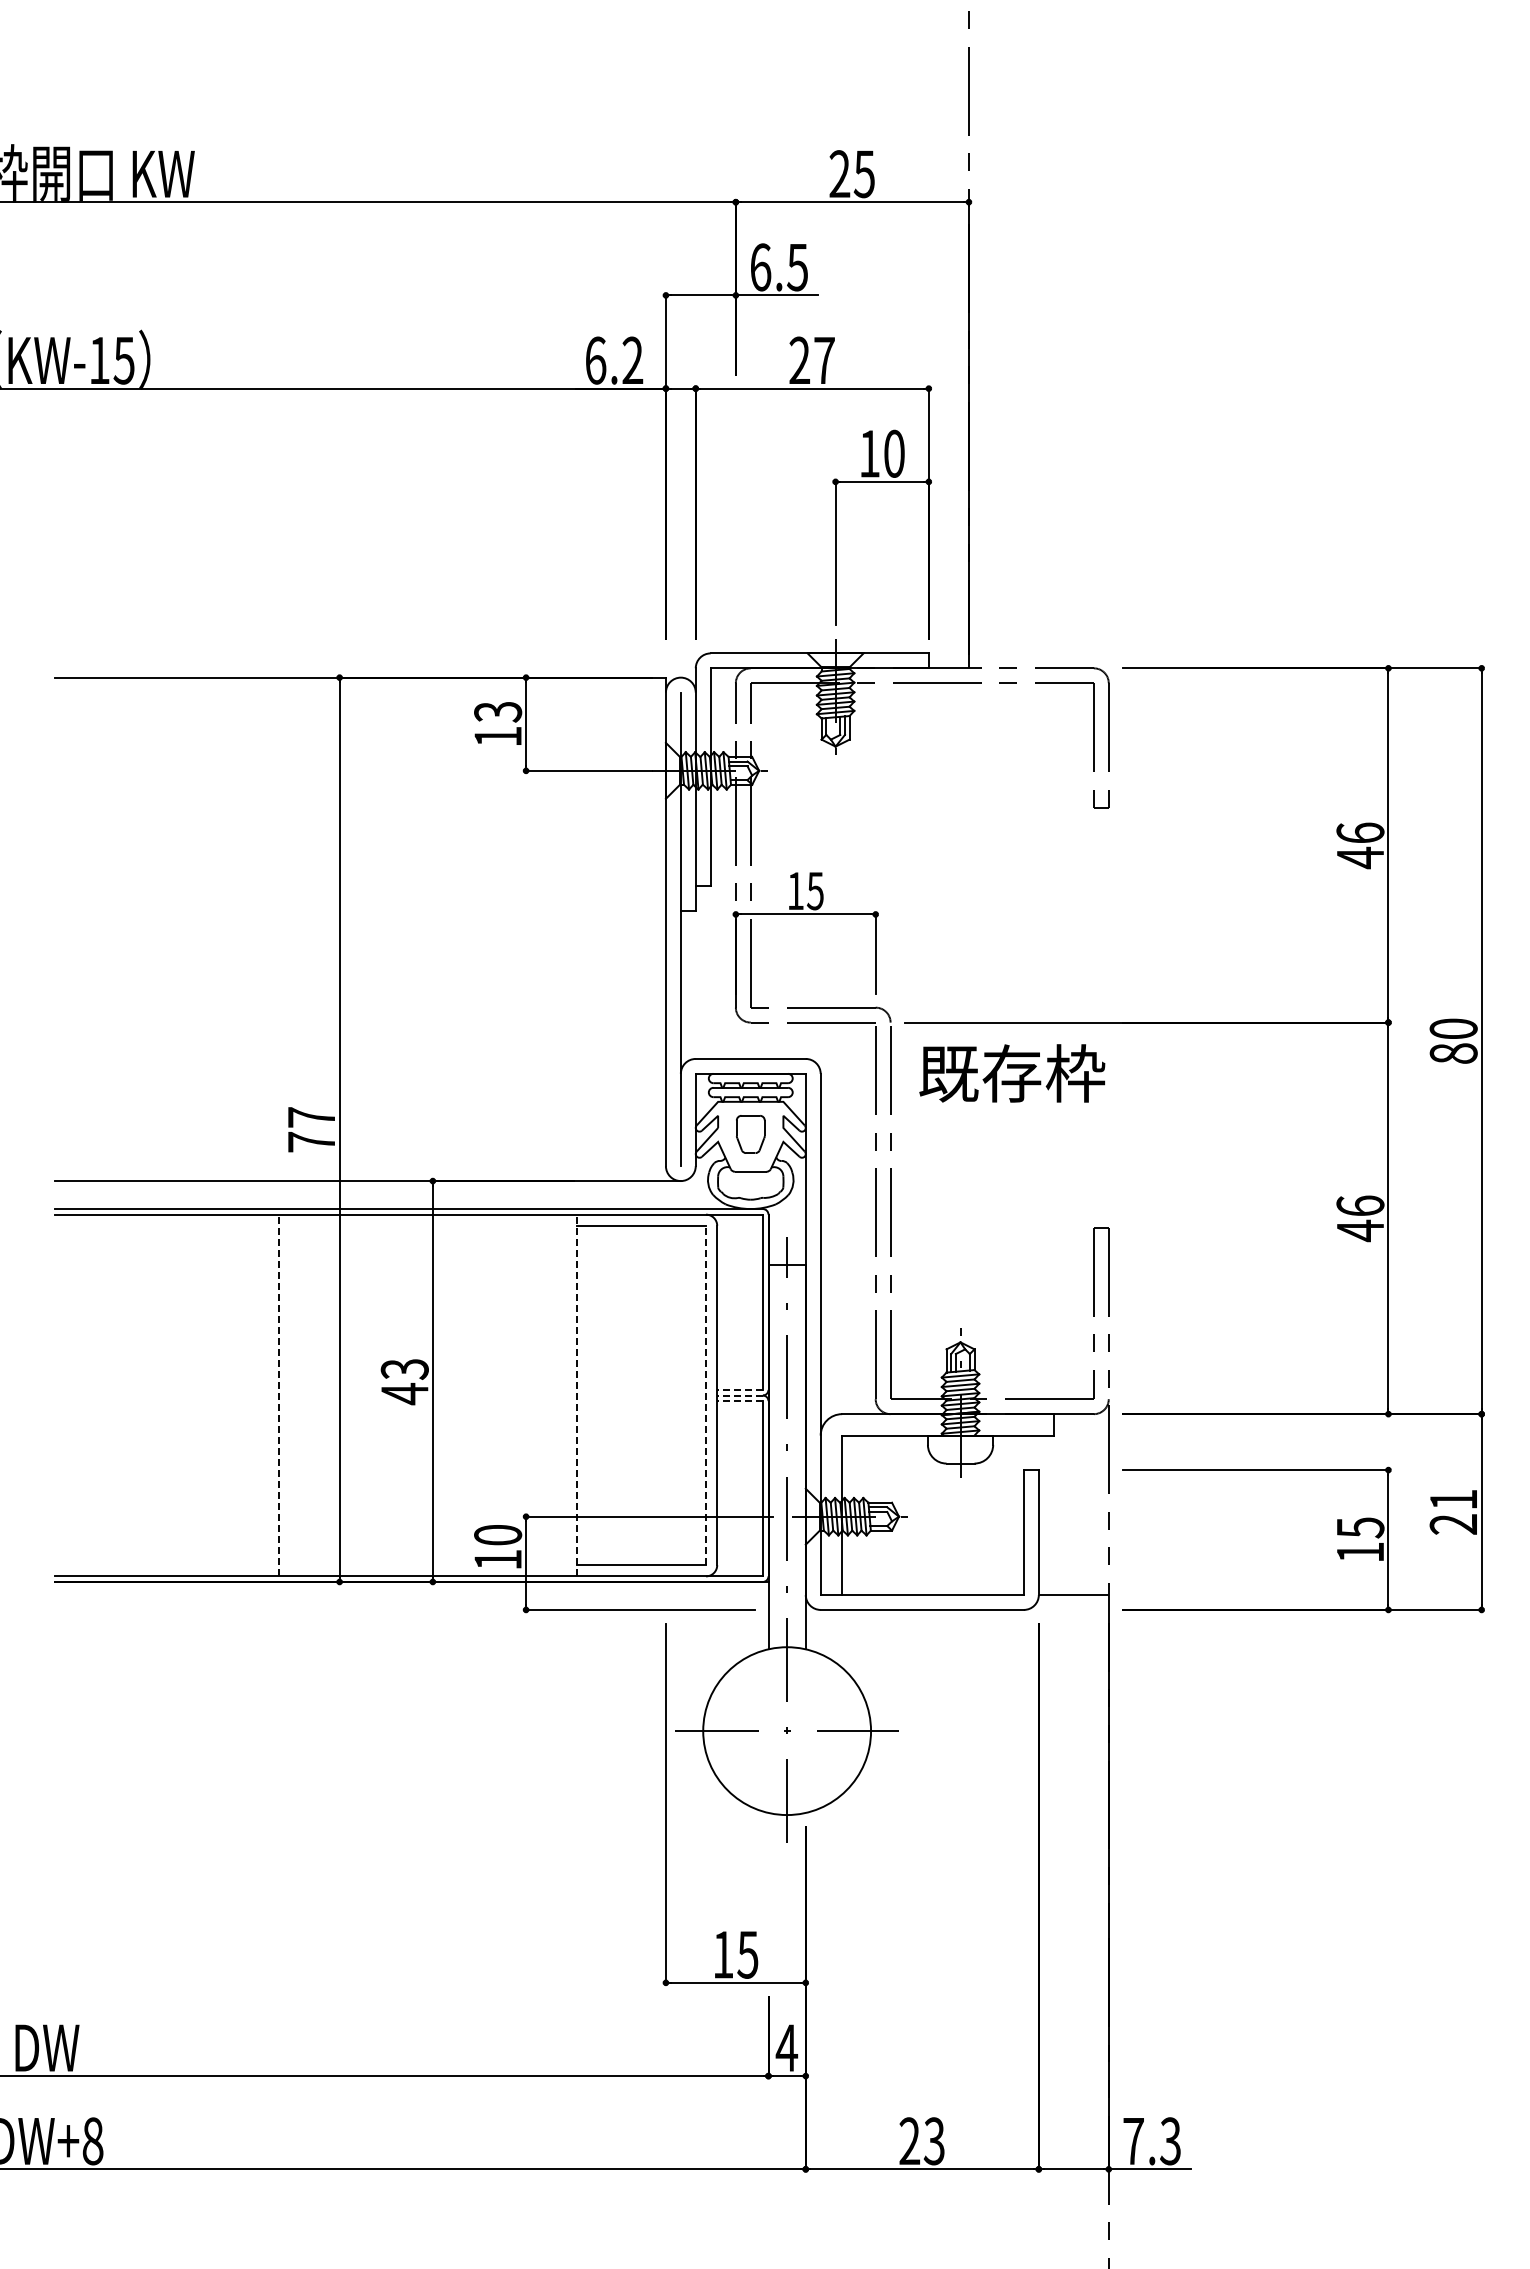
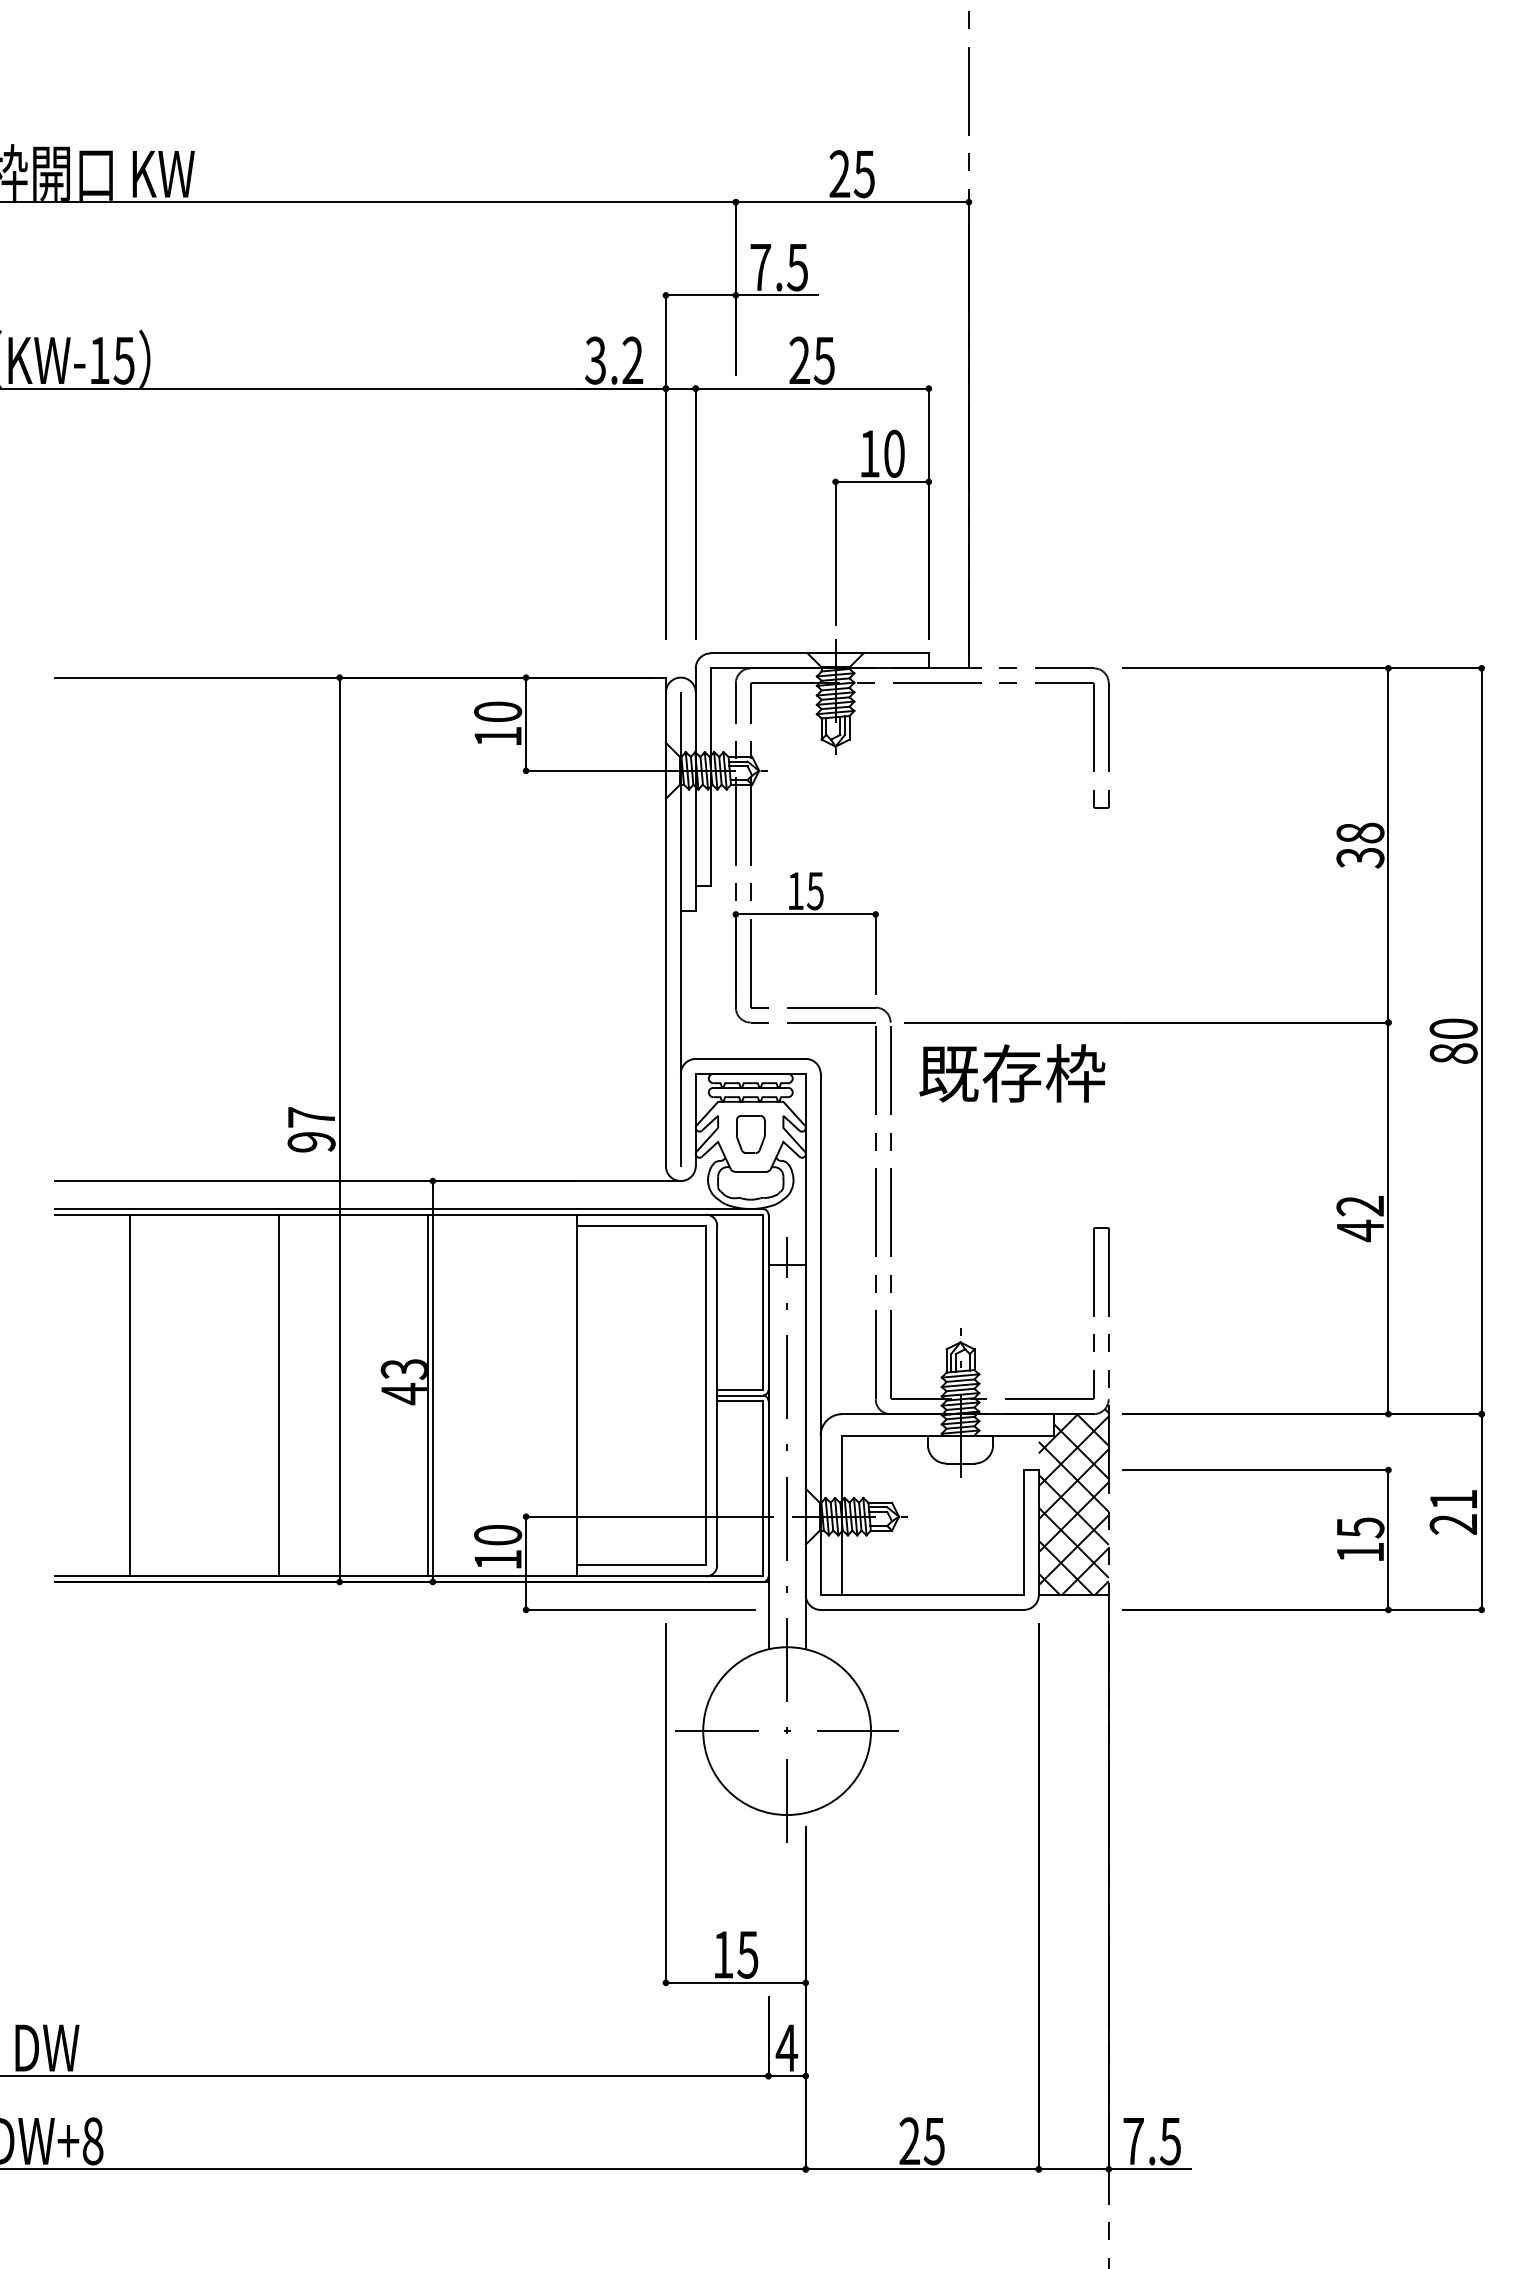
text at (760, 267): 6.5 -> 7.5
text at (595, 360): 6.2 -> 3.2
text at (823, 360): 27 -> 25
text at (498, 711): 13 -> 10
text at (1360, 845): 46 -> 38
text at (311, 1141): 77 -> 97
text at (1360, 1205): 46 -> 42
line at (740, 1389): dashed -> solid
line at (129, 1395): none -> present
line at (279, 1395): dashed -> solid
line at (428, 1395): none -> present
line at (577, 1395): dashed -> solid
line at (706, 1395): dashed -> solid
line at (740, 1395): dashed -> solid
line at (740, 1401): dashed -> solid
hatch at (1073, 1502): none -> present
text at (933, 2140): 23 -> 25
text at (1170, 2140): 7.3 -> 7.5
